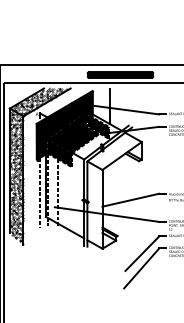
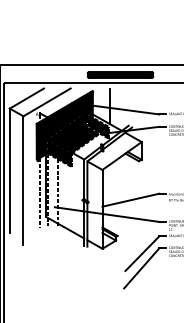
hatch at (38, 165): present -> none
